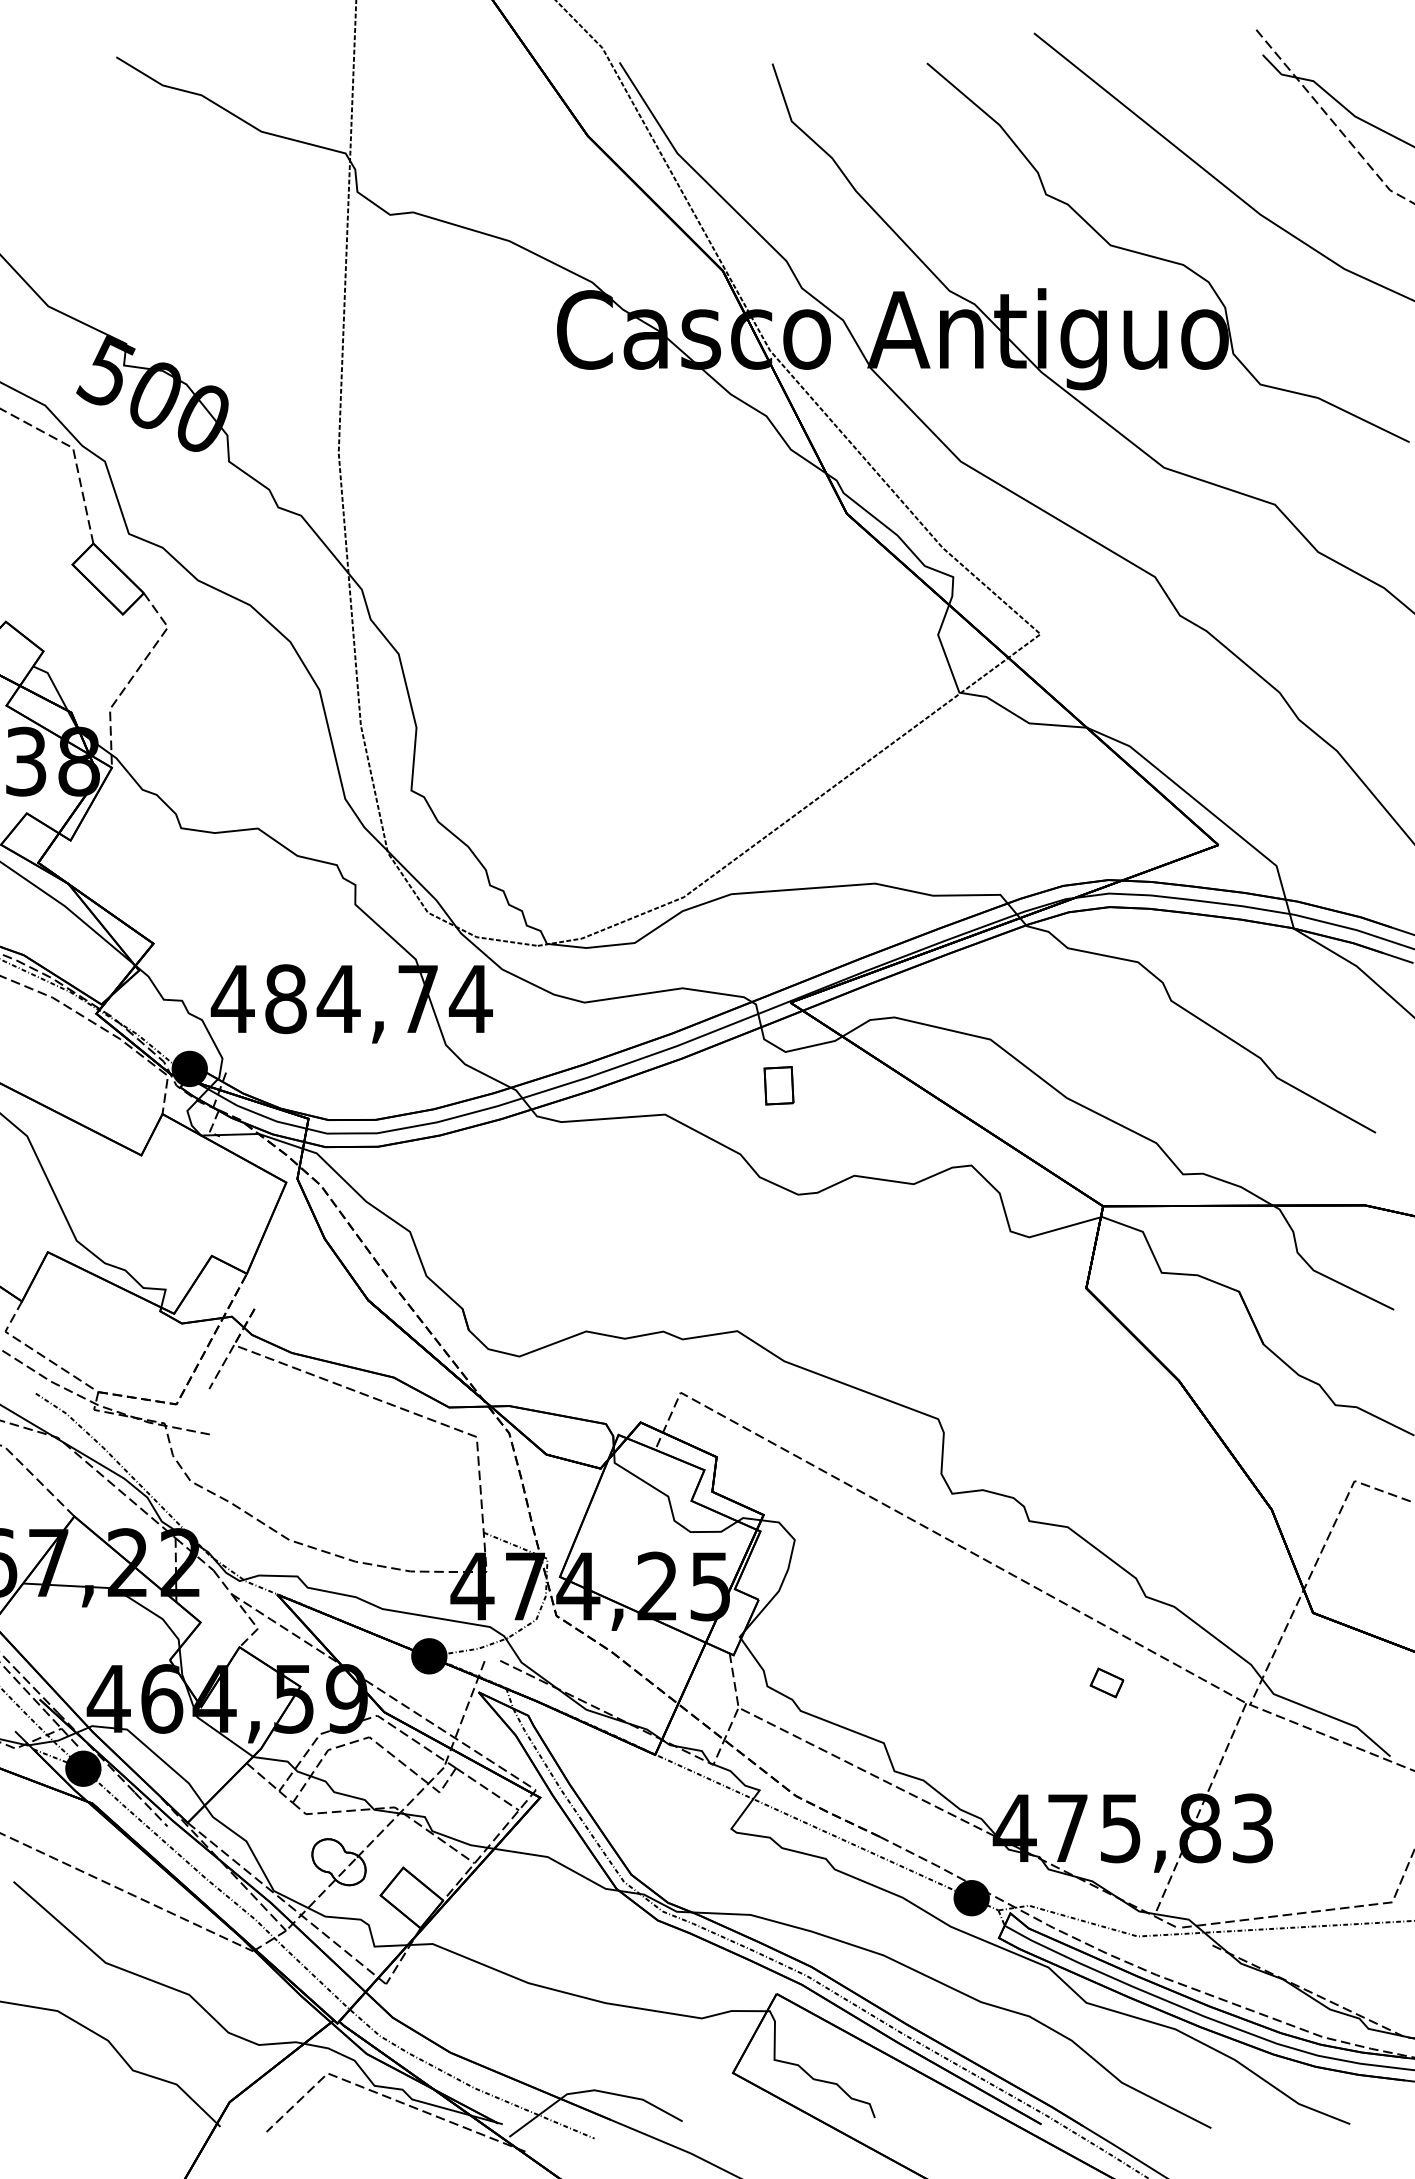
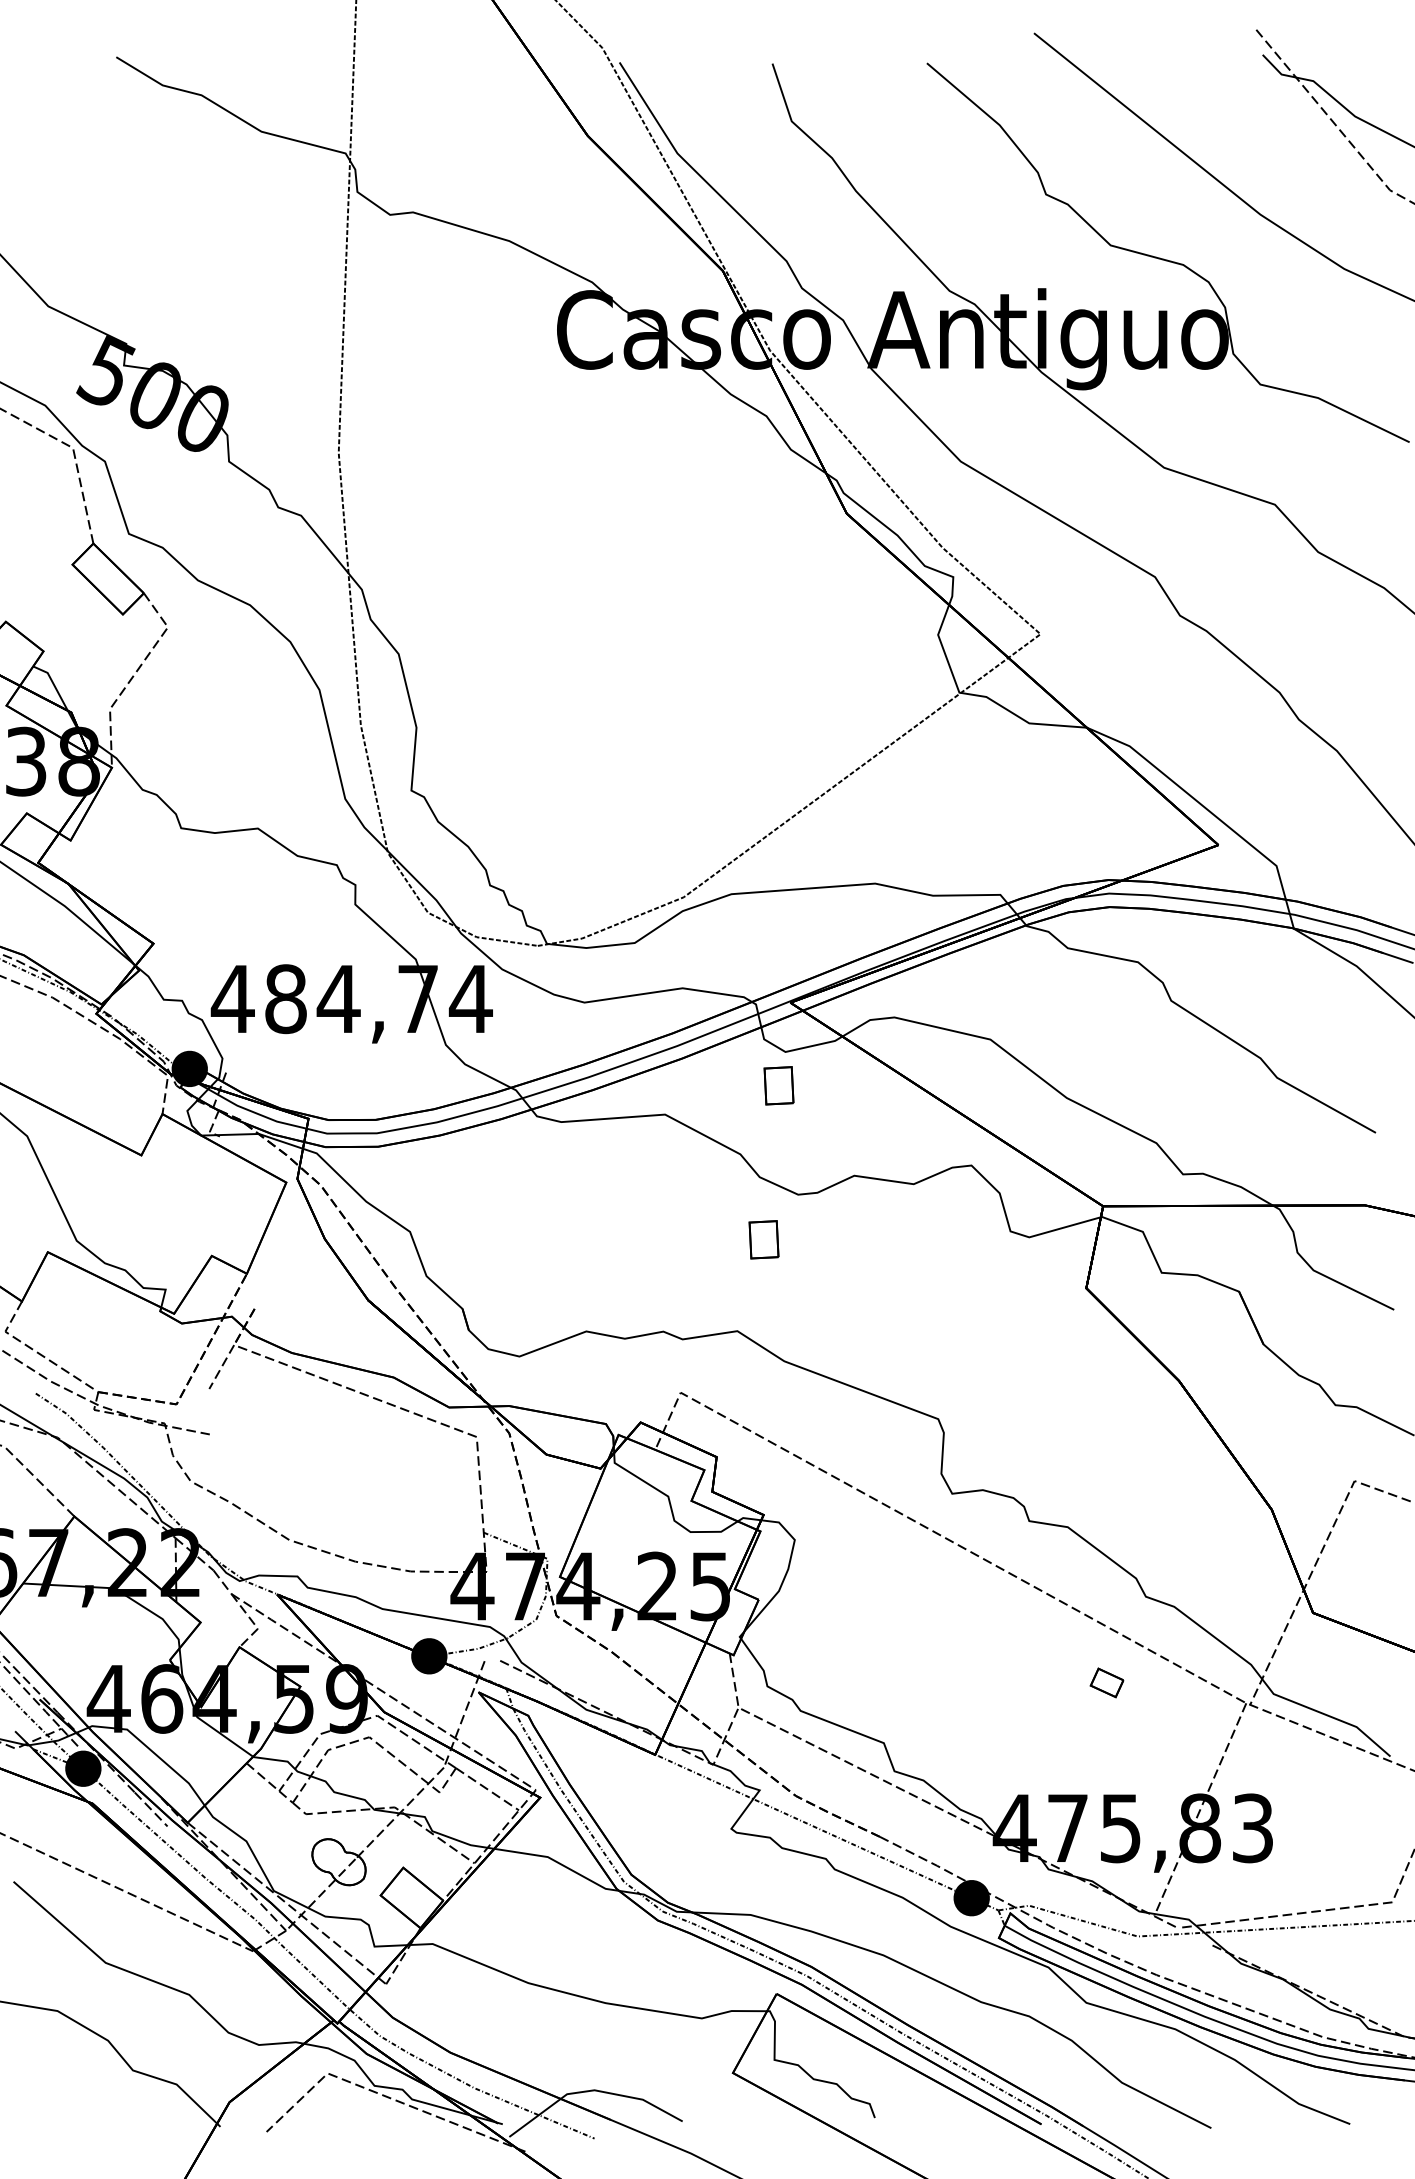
part at (763, 1239): none -> present
